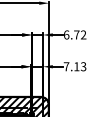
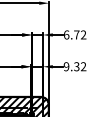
text at (74, 66): 7.13 -> 9.32
